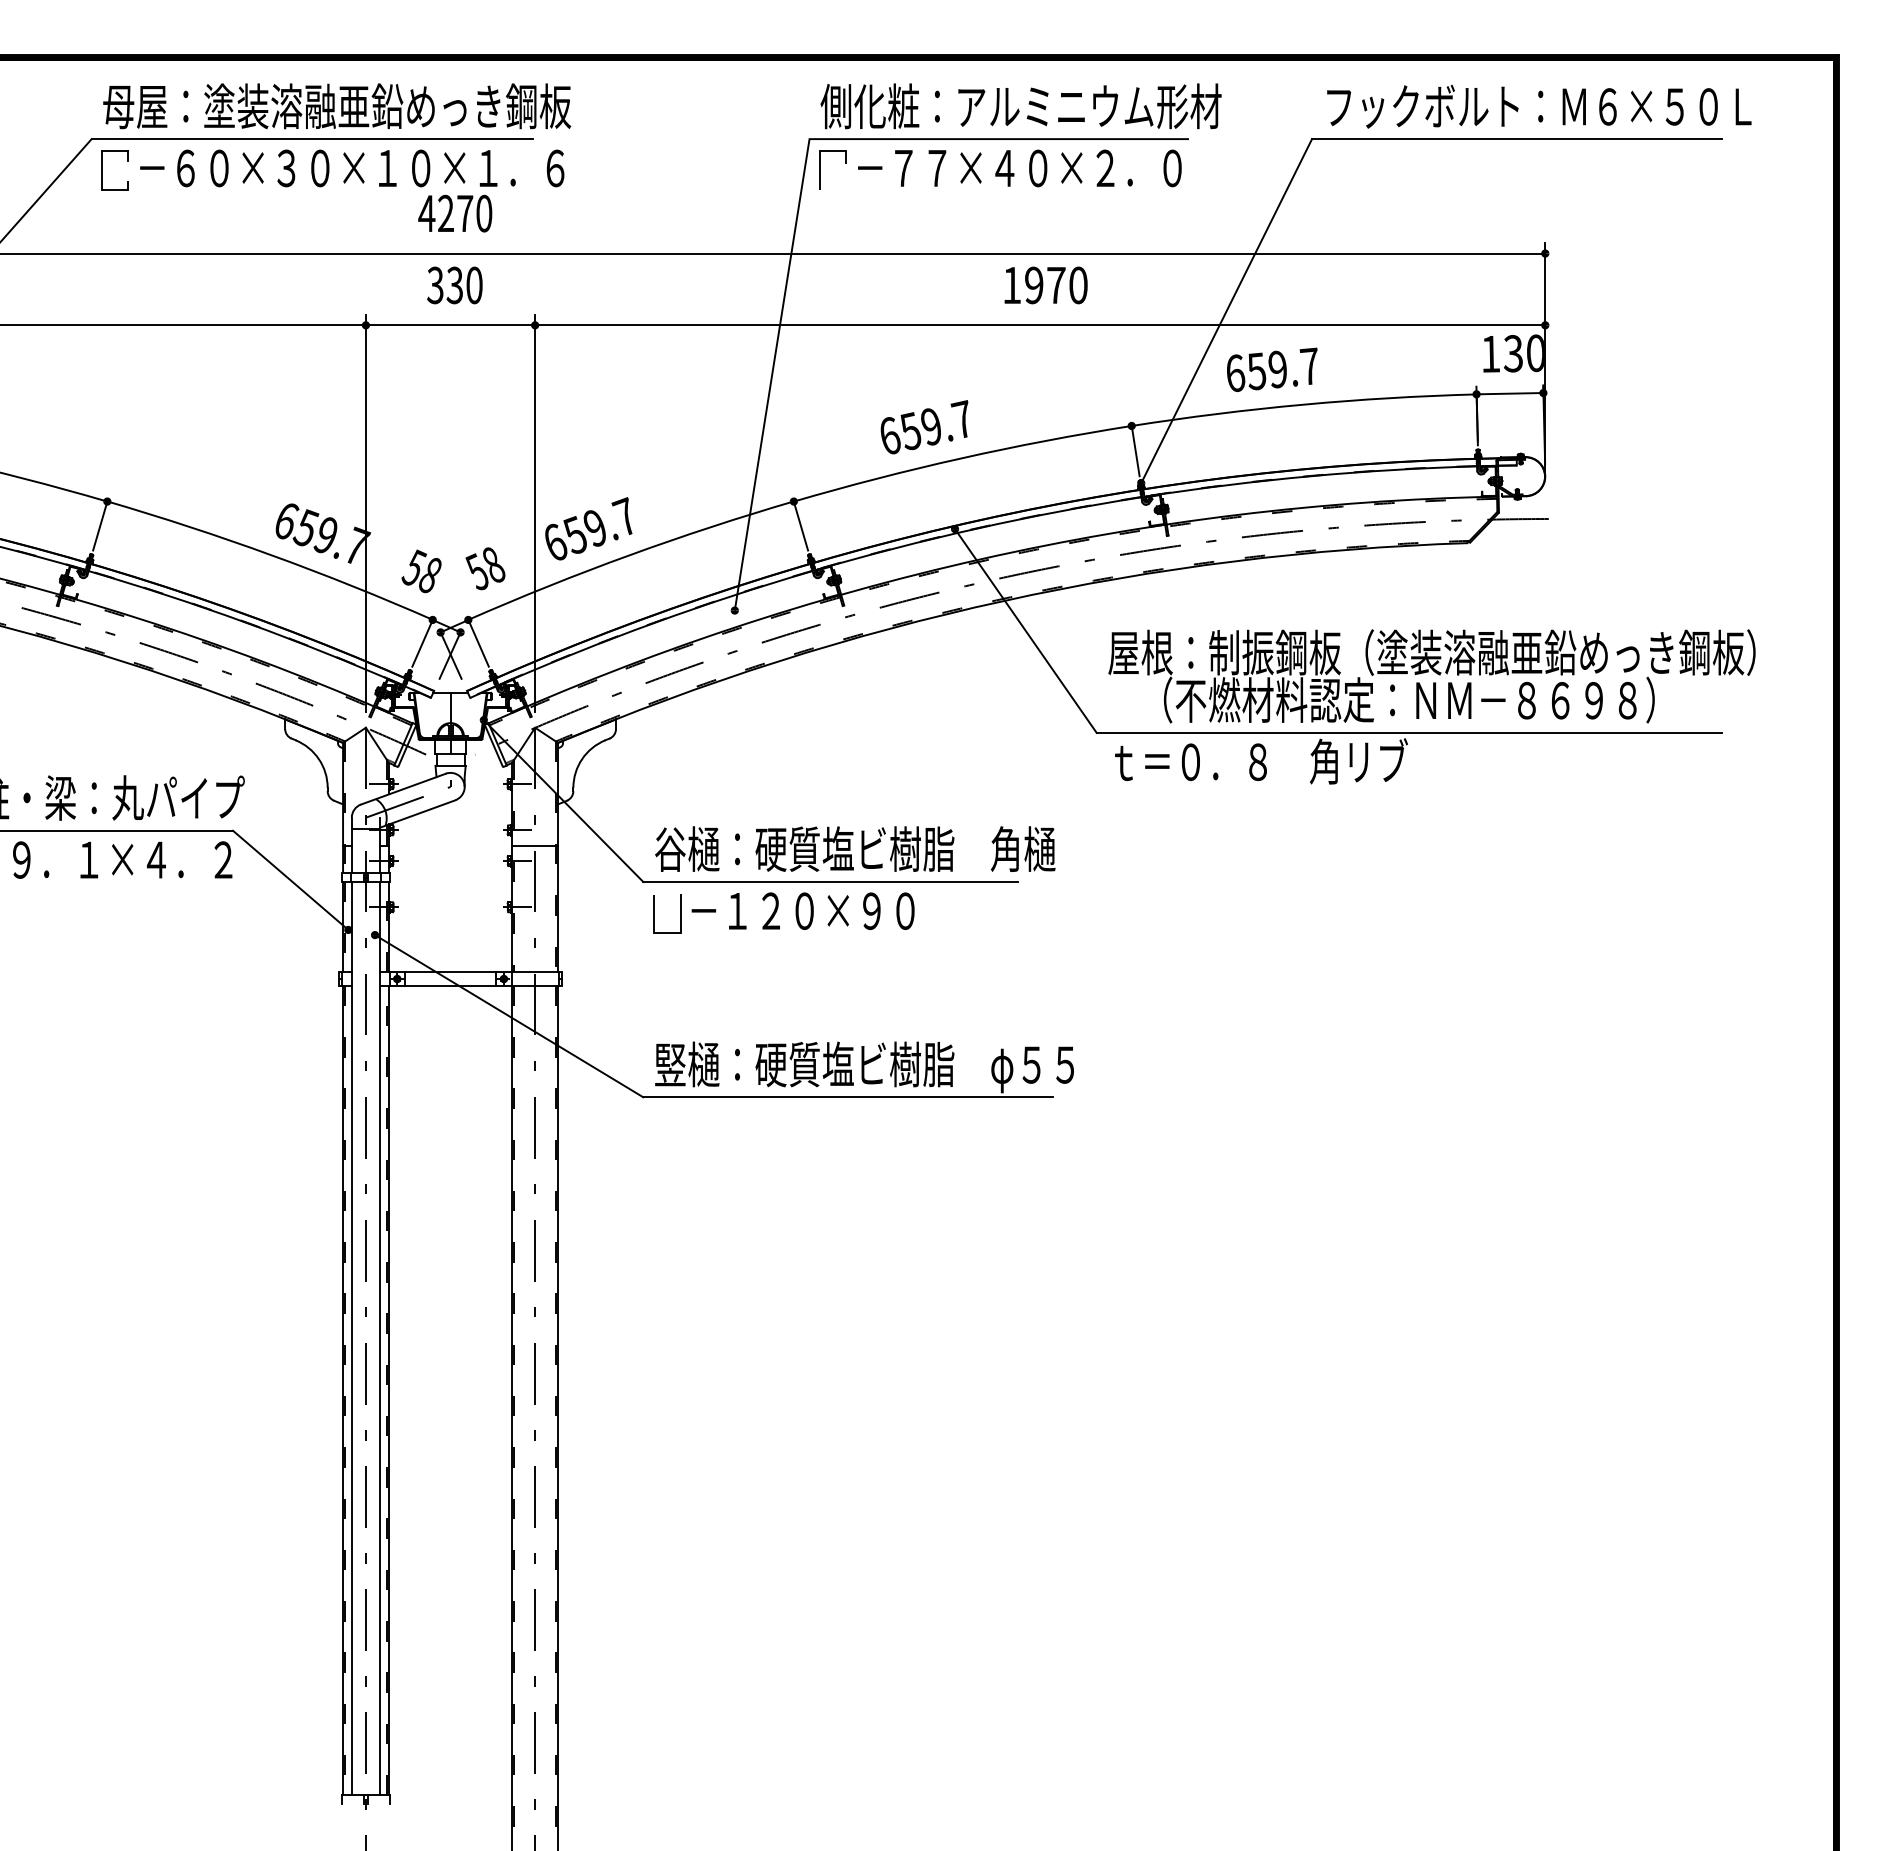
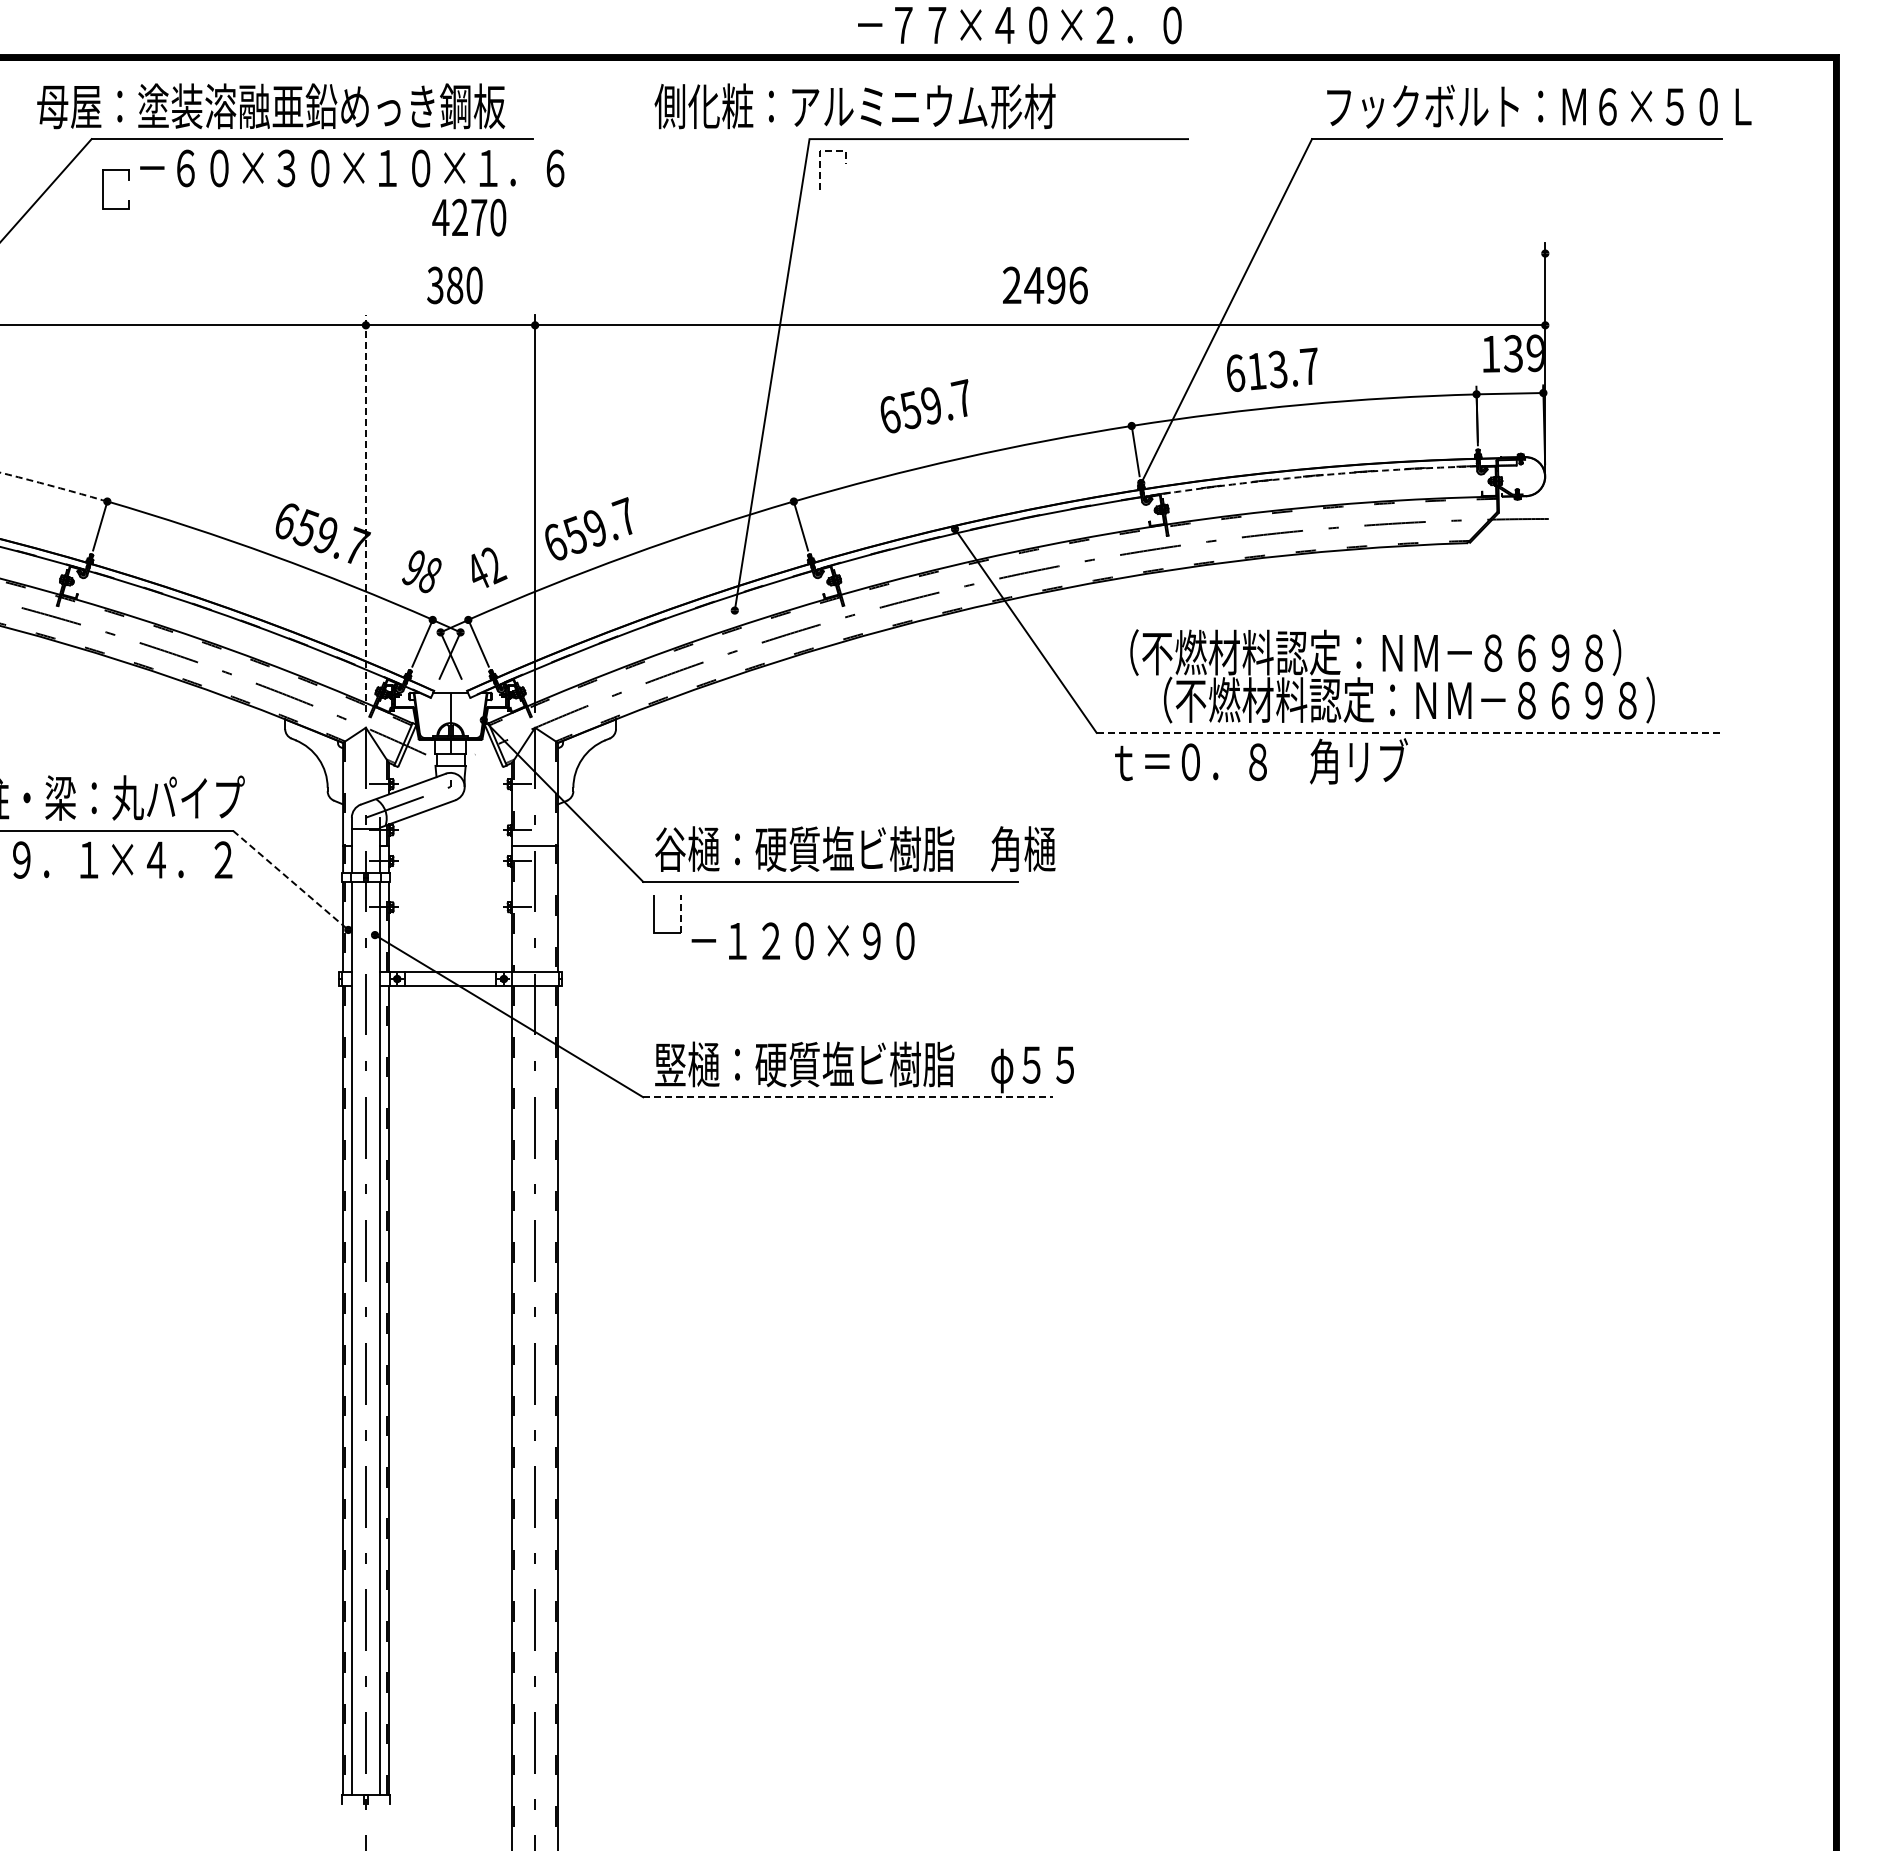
text at (337, 106) position: (337, 106) -> (271, 106)
text at (1020, 106) position: (1020, 106) -> (854, 106)
line at (820, 151): solid -> dashed
text at (1019, 168) position: (1019, 168) -> (1019, 25)
part at (102, 170) position: (102, 170) -> (103, 189)
text at (455, 213) position: (455, 213) -> (469, 217)
line at (773, 253): present -> none
text at (454, 285): 330 -> 380
text at (1045, 285): 1970 -> 2496
text at (1534, 353): 130 -> 139
text at (1267, 370): 659.7 -> 613.7
text at (924, 427) position: (924, 427) -> (924, 406)
arc at (1310, 476): solid -> dashed
arc at (54, 486): solid -> dashed
line at (365, 512): solid -> dashed
text at (414, 567): 58 -> 98
text at (486, 568): 58 -> 42
text at (1431, 652): 屋根：制振鋼板（塗装溶融亜鉛めっき鋼板） -> （不燃材料認定：ＮＭ－８６９８）
line at (1409, 732): solid -> dashed
line at (291, 880): solid -> dashed
text at (802, 910) position: (802, 910) -> (802, 940)
line at (680, 914): solid -> dashed
line at (848, 1097): solid -> dashed
